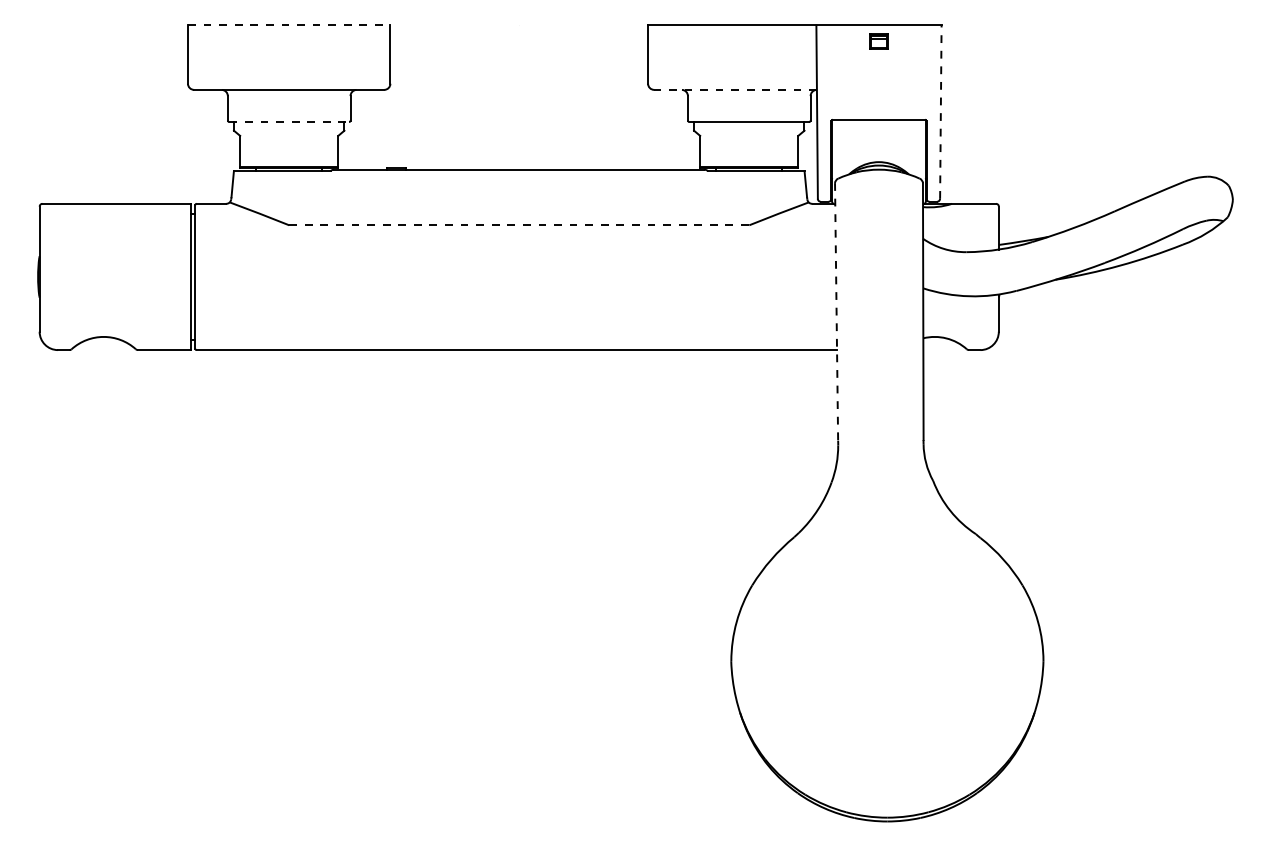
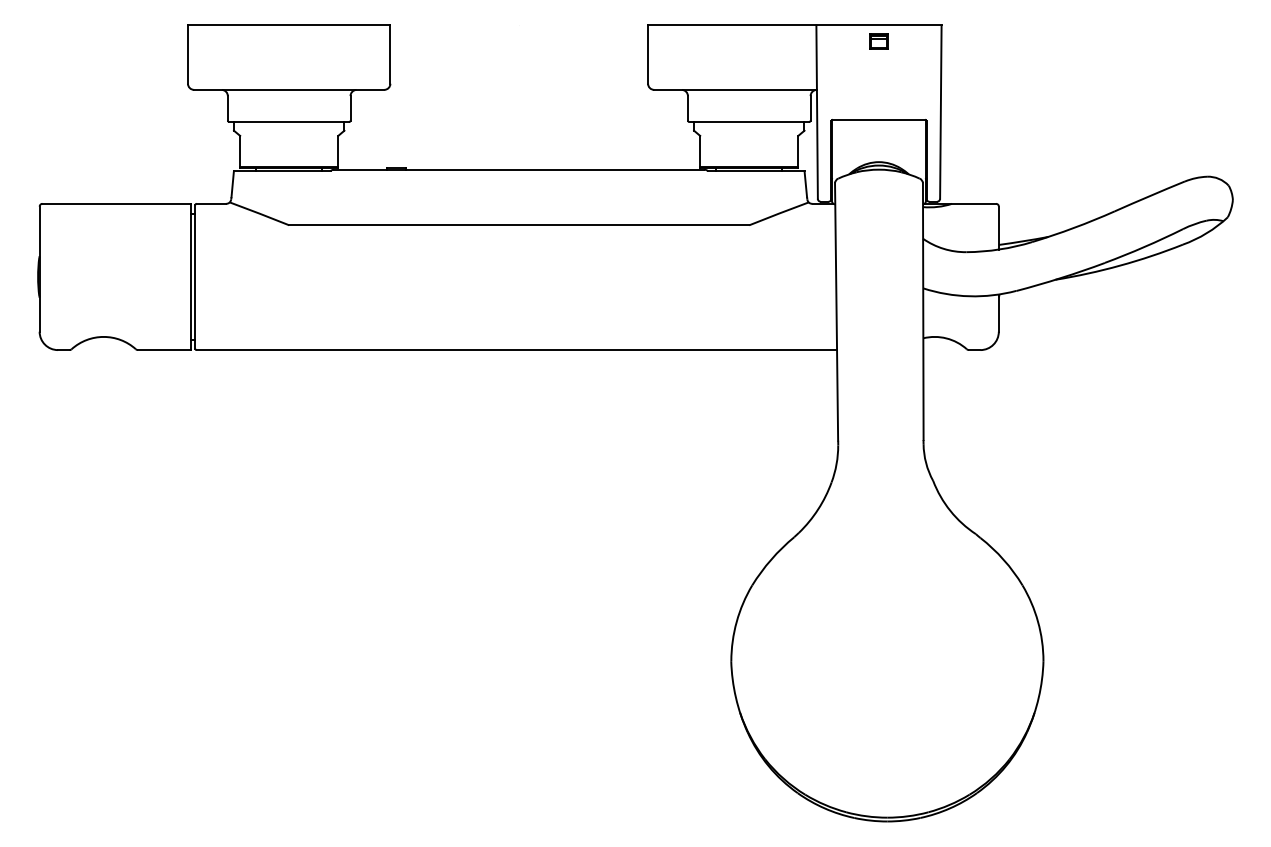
line at (289, 25): dashed -> solid
line at (735, 89): dashed -> solid
line at (940, 112): dashed -> solid
line at (289, 122): dashed -> solid
line at (519, 225): dashed -> solid
line at (836, 311): dashed -> solid
